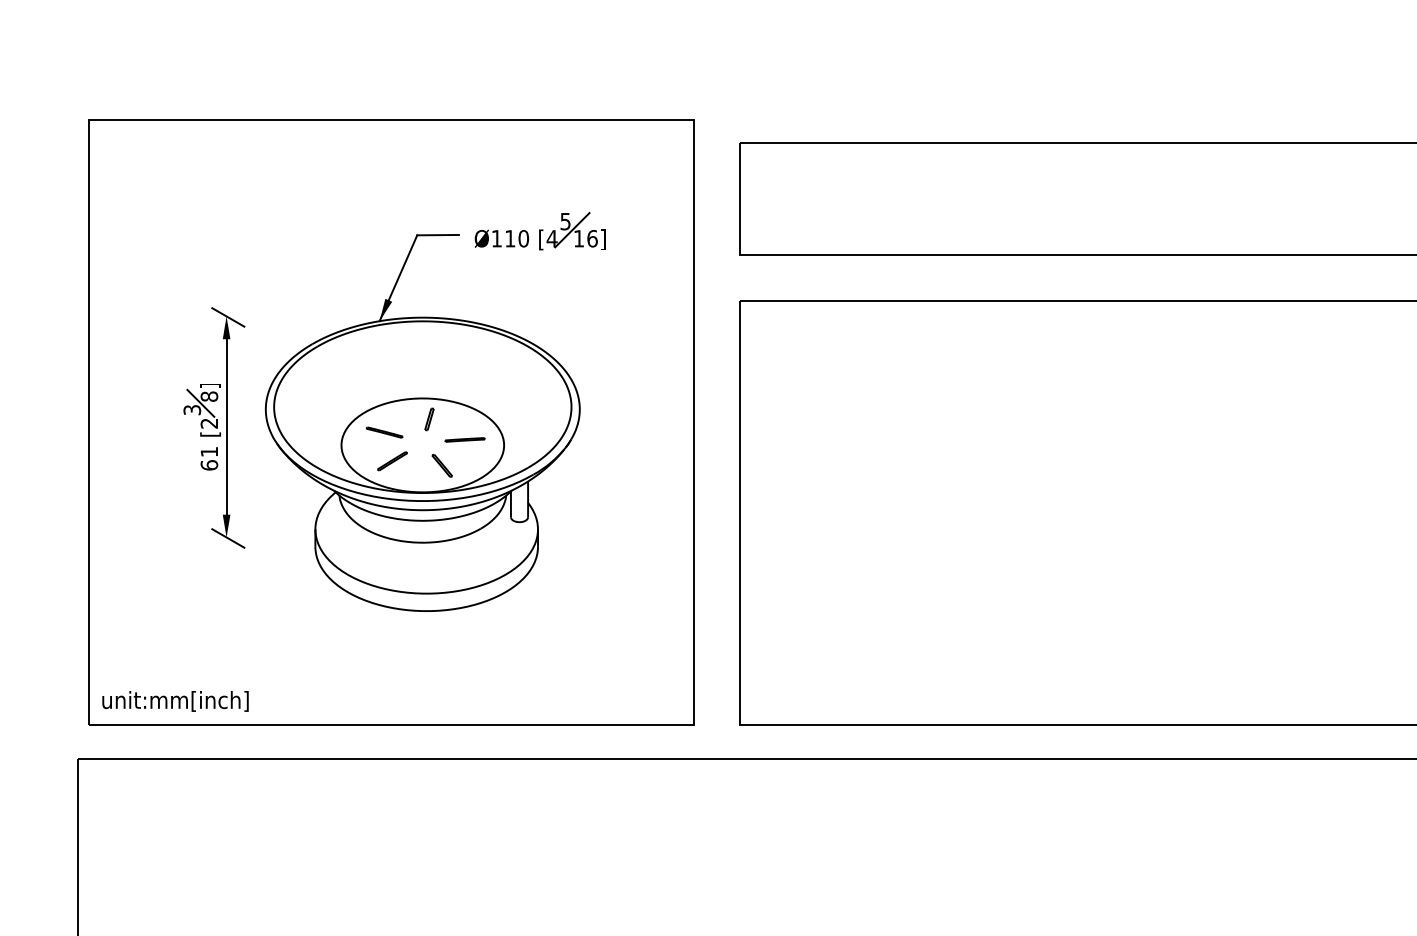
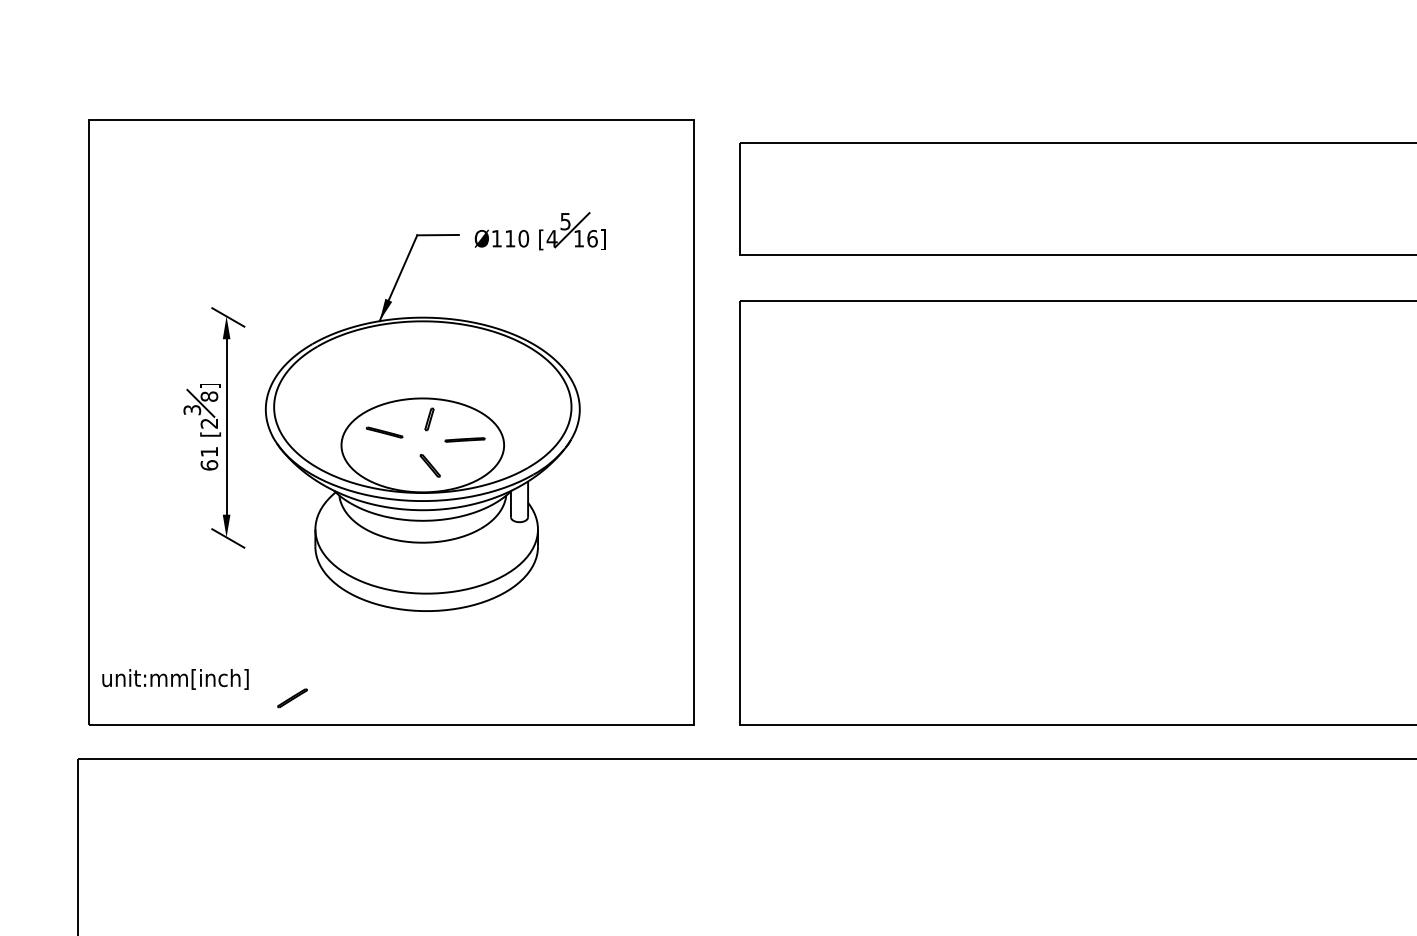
part at (392, 461) position: (392, 461) -> (292, 698)
part at (441, 465) position: (441, 465) -> (429, 465)
text at (175, 701) position: (175, 701) -> (175, 679)
